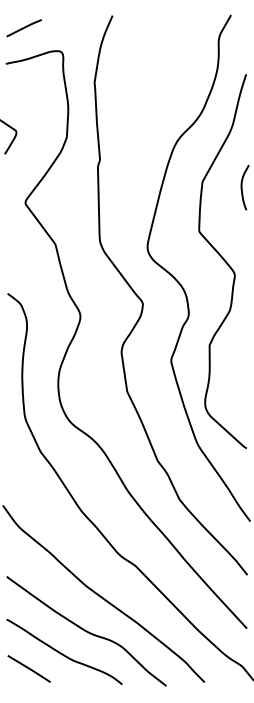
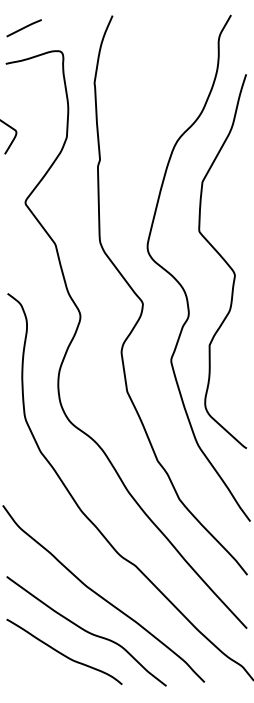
curve at (242, 187): present -> none
line at (28, 668): present -> none
